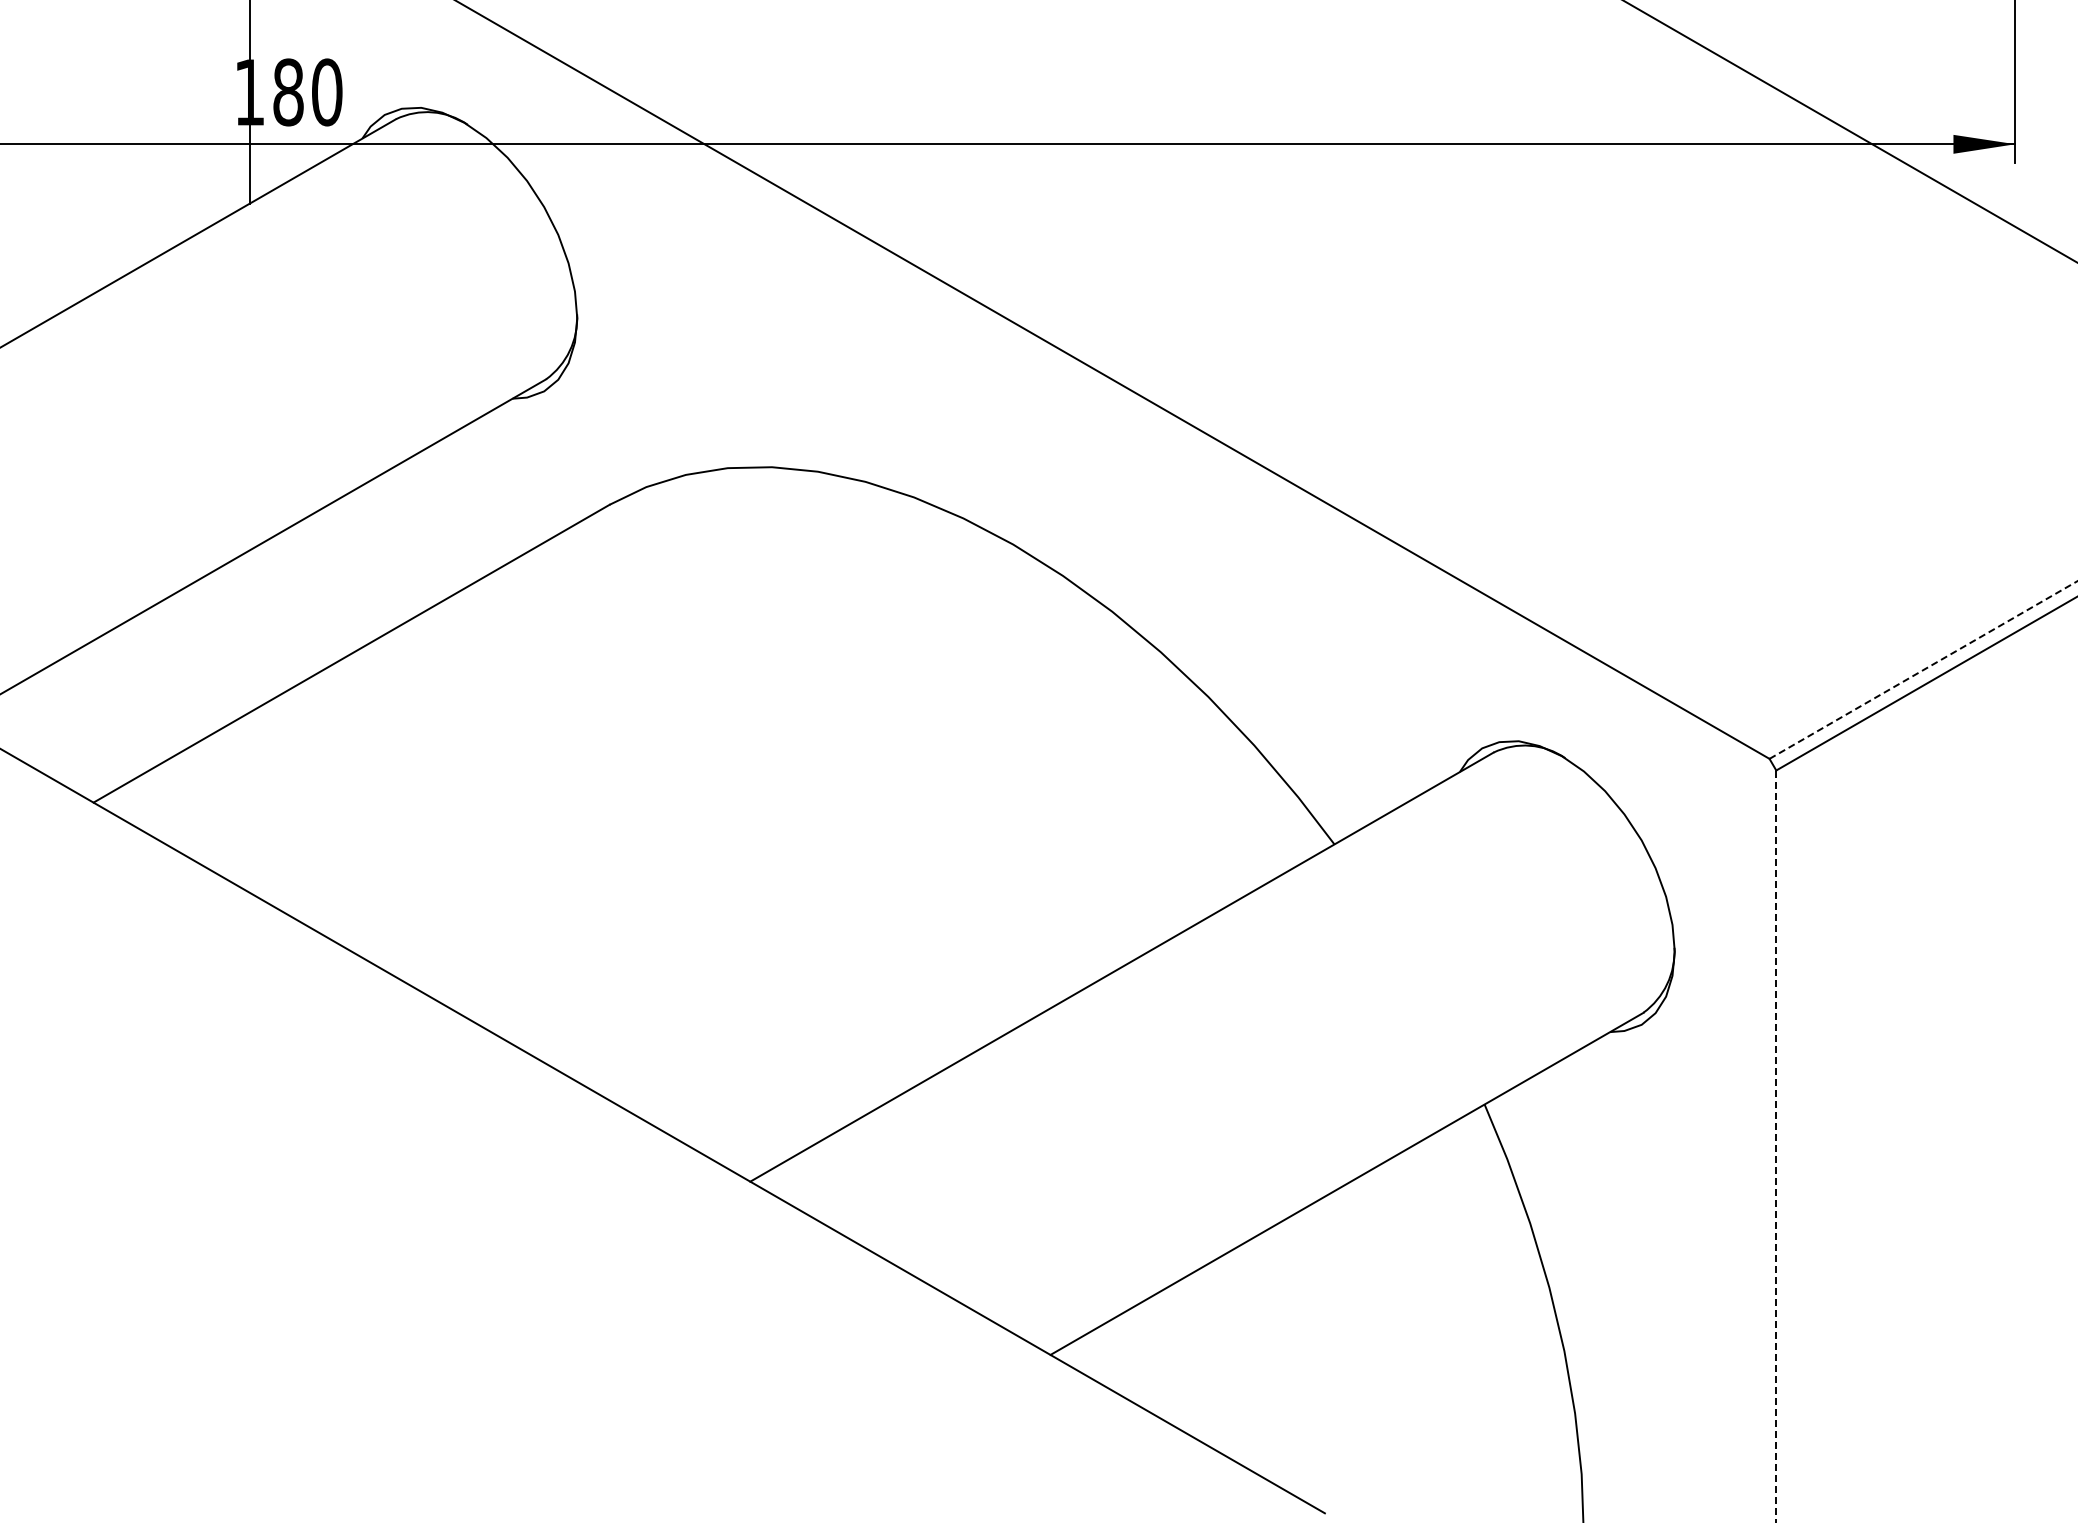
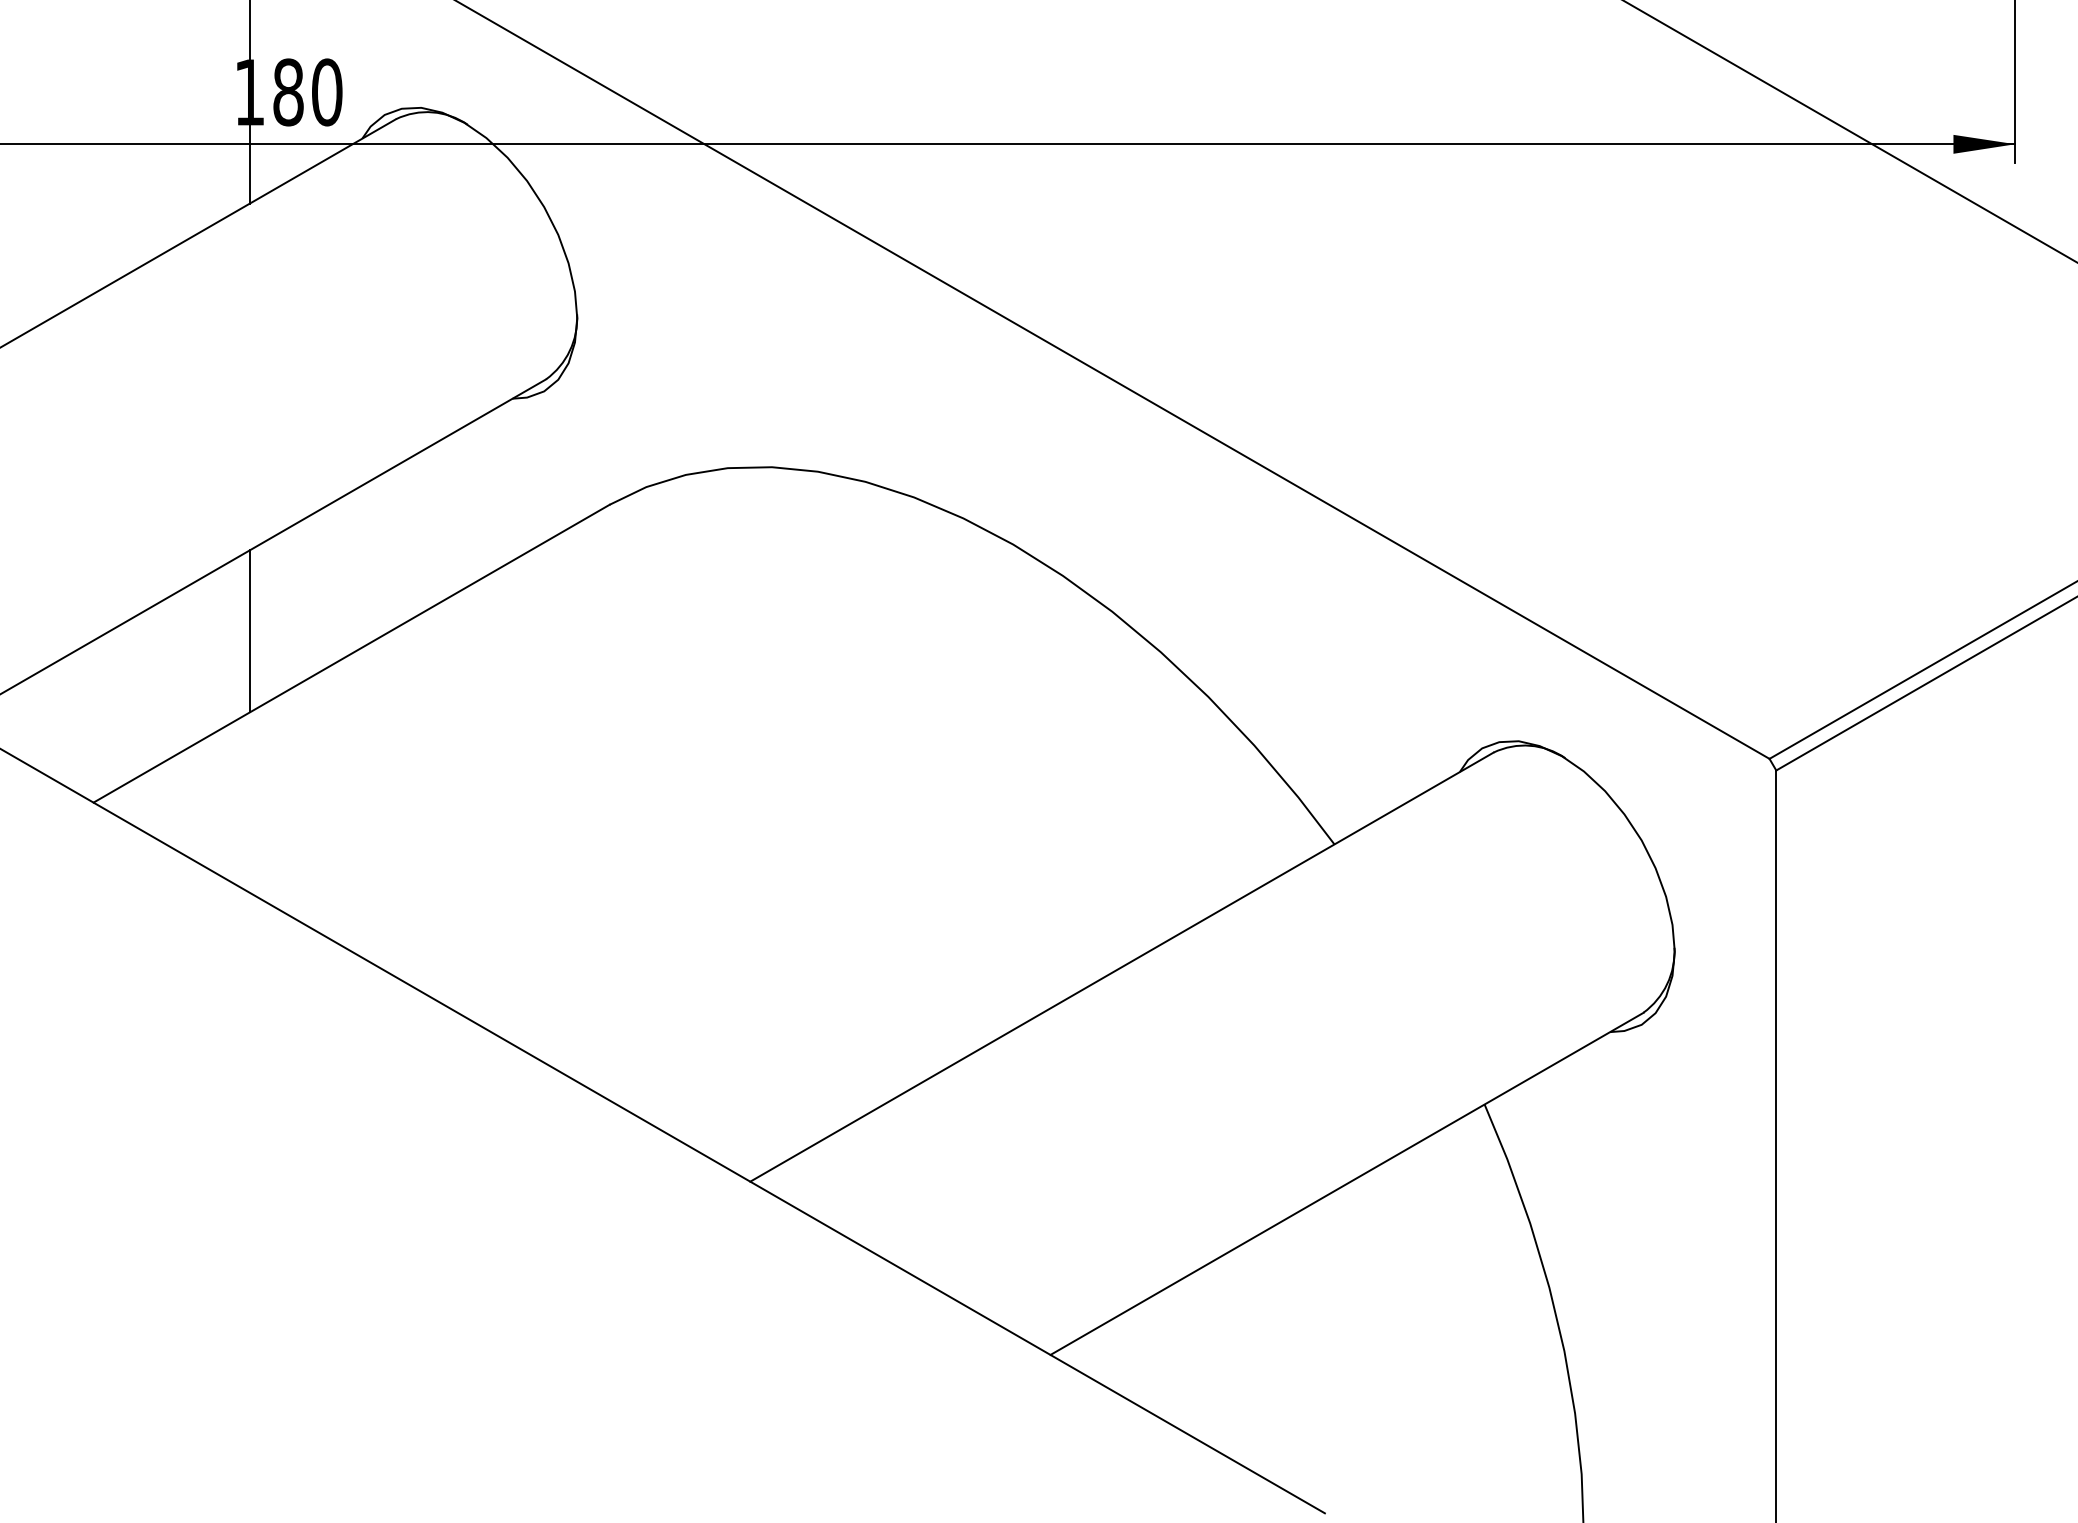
line at (250, 631): none -> present
line at (1923, 670): dashed -> solid
line at (1776, 1146): dashed -> solid
